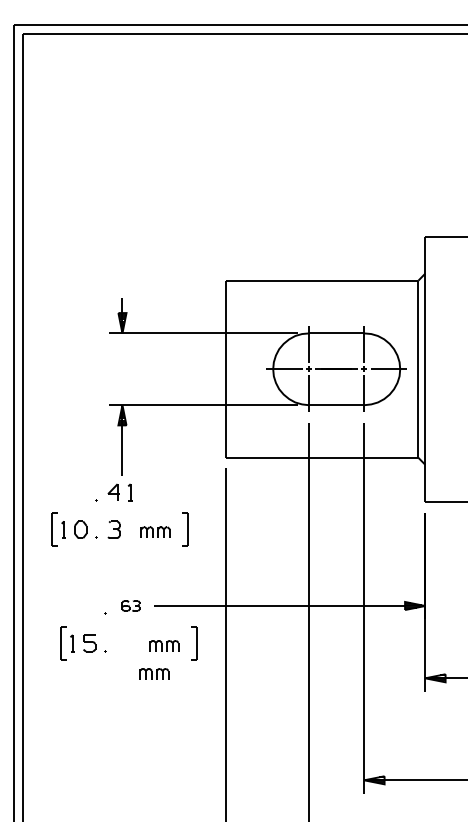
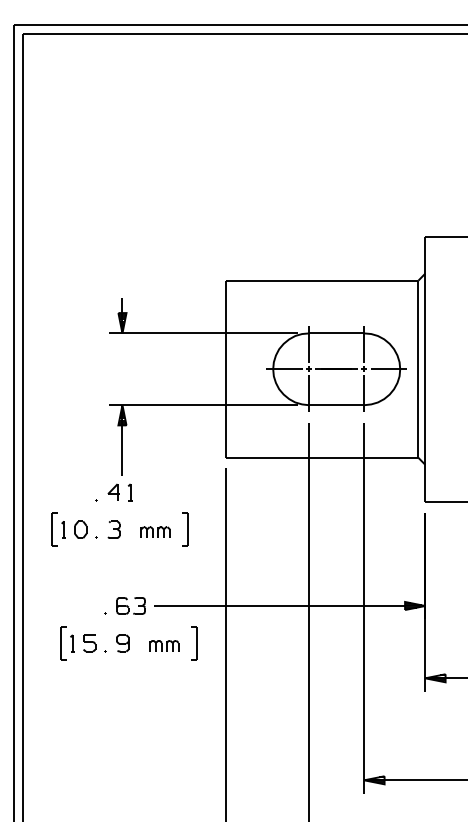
part at (130, 605) size: 20x12 px -> 30x18 px
part at (122, 643): none -> present
part at (154, 673): present -> none
